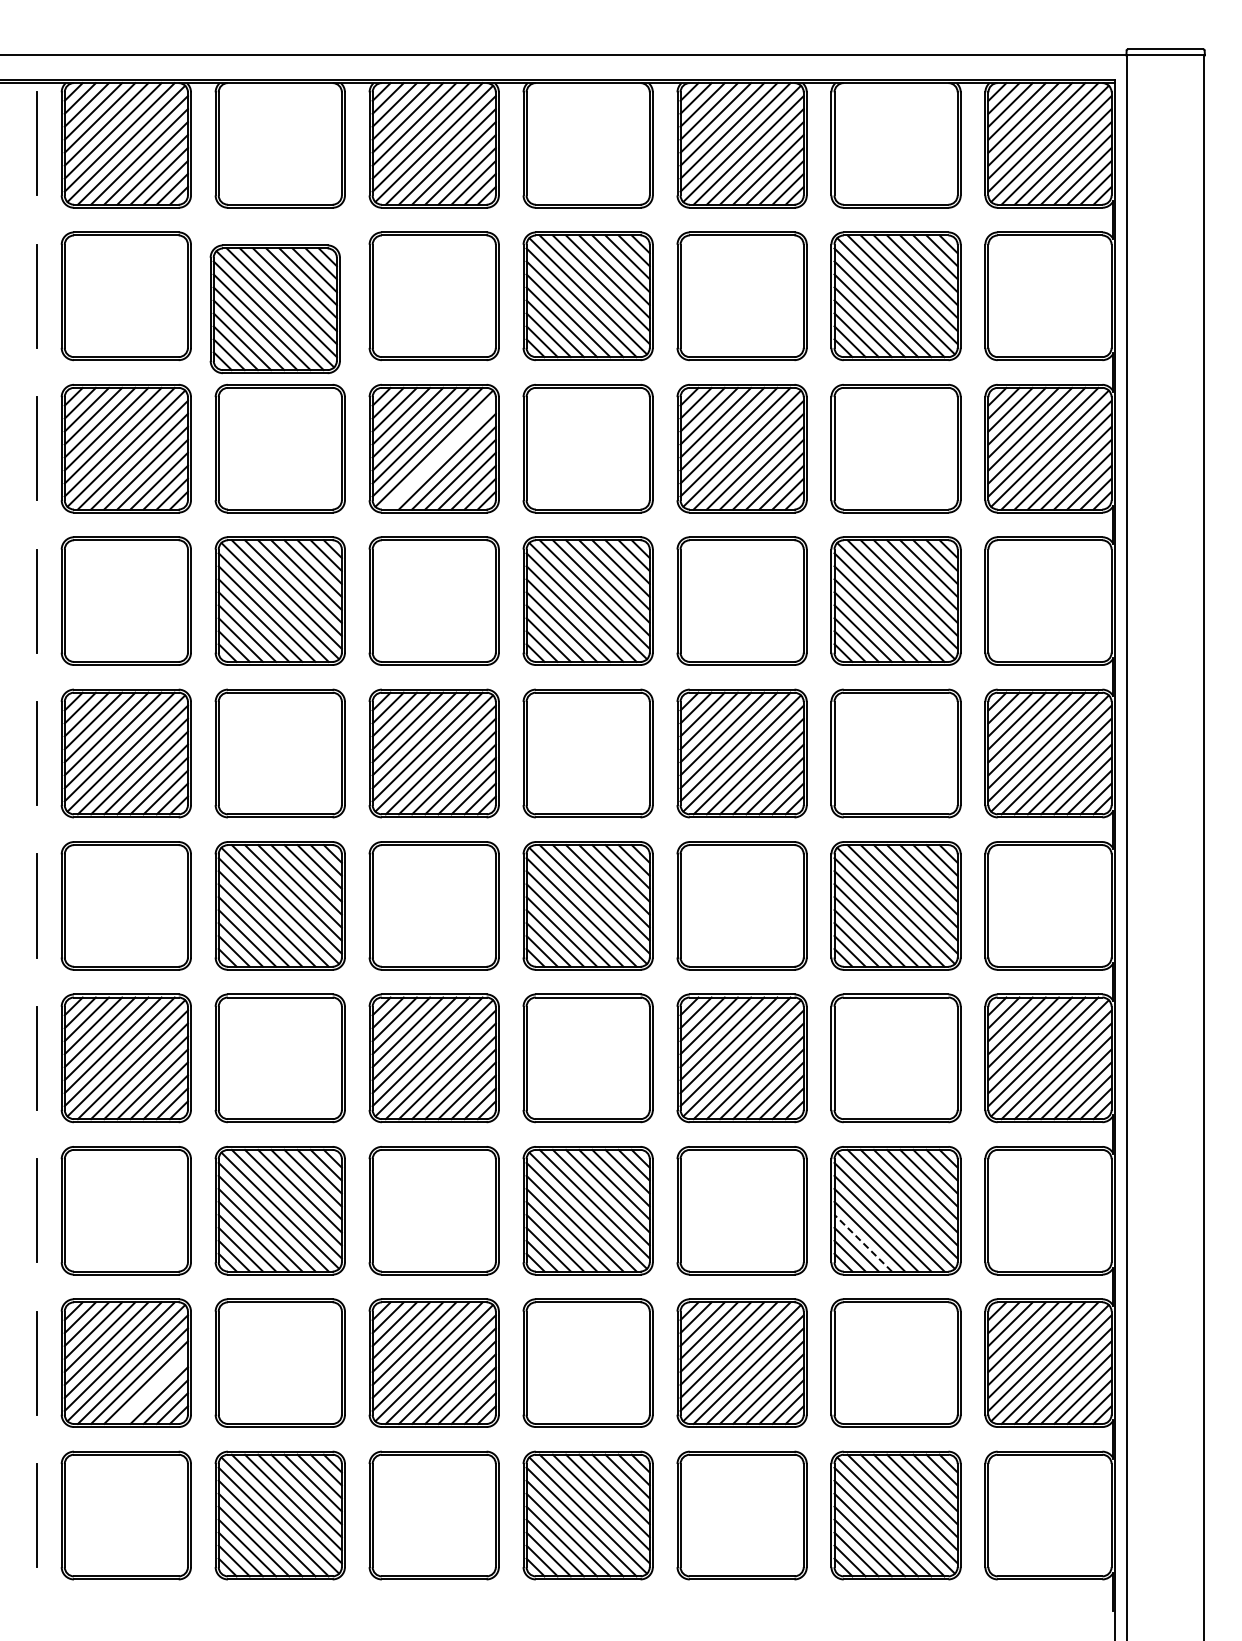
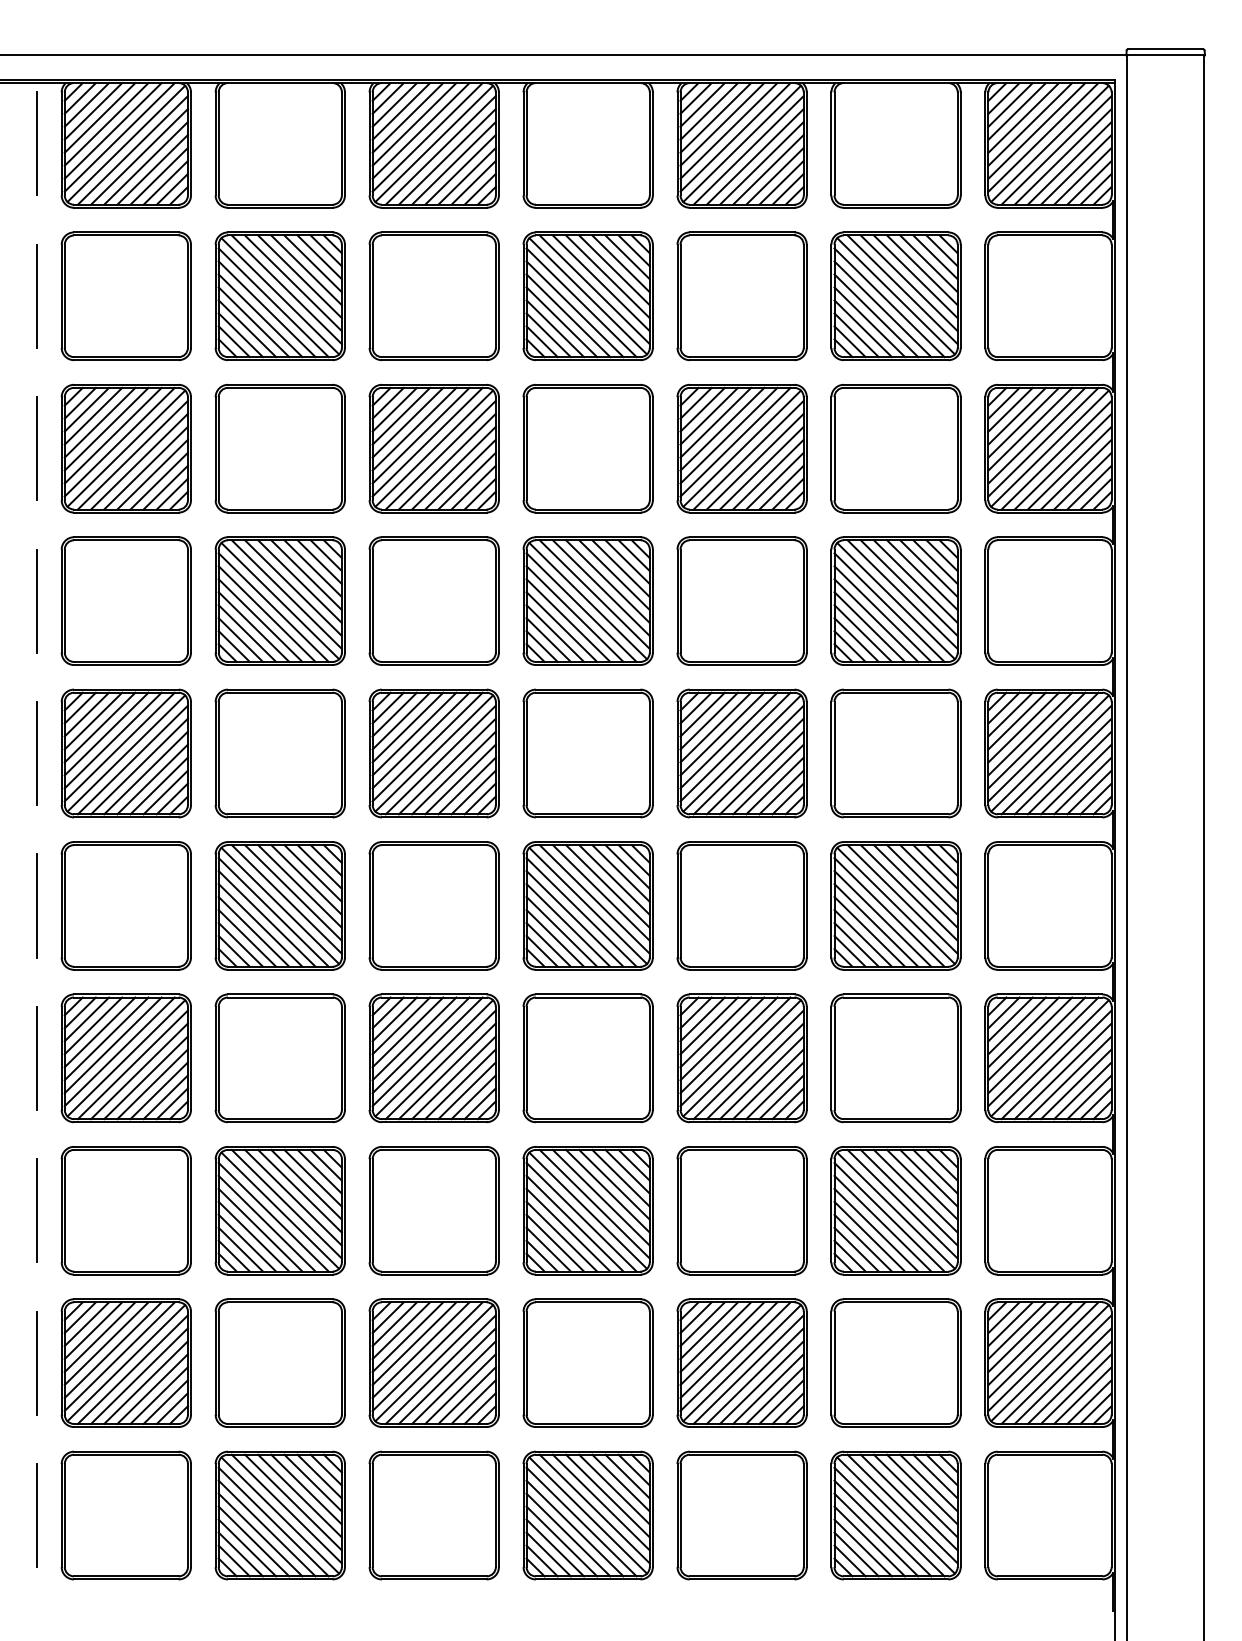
part at (274, 309) position: (274, 309) -> (279, 296)
line at (440, 454): none -> present
line at (862, 1242): dashed -> solid
line at (152, 1388): none -> present
